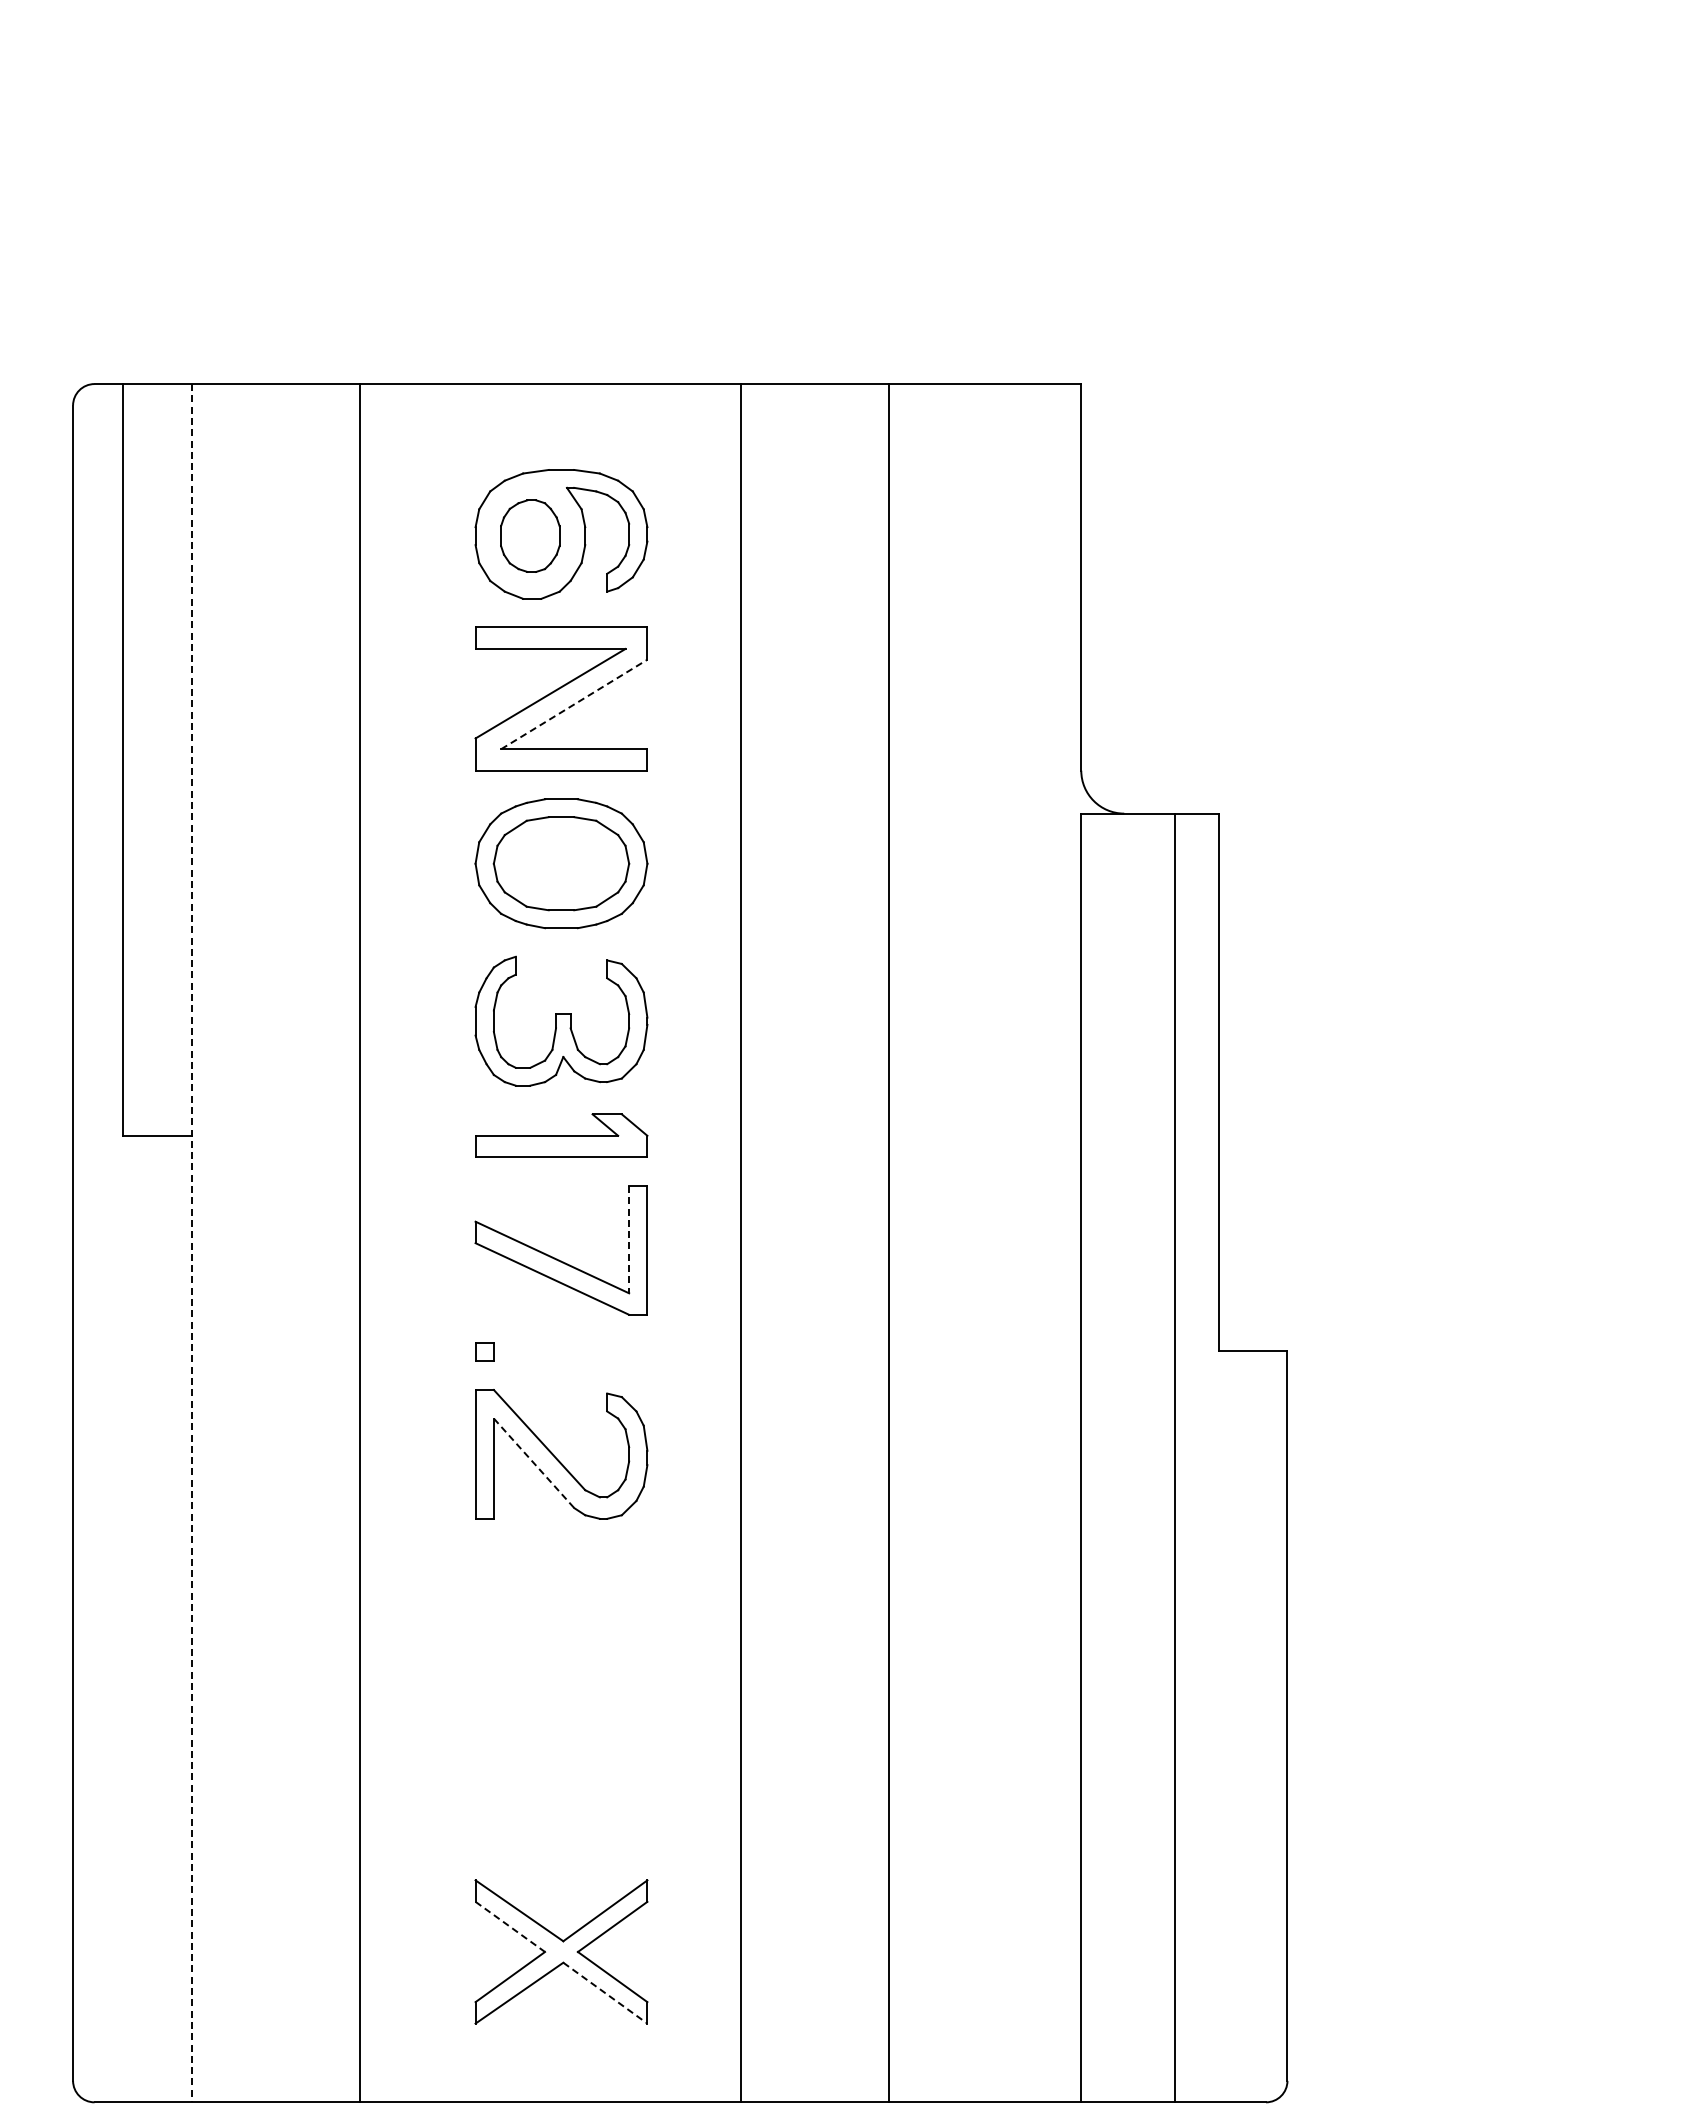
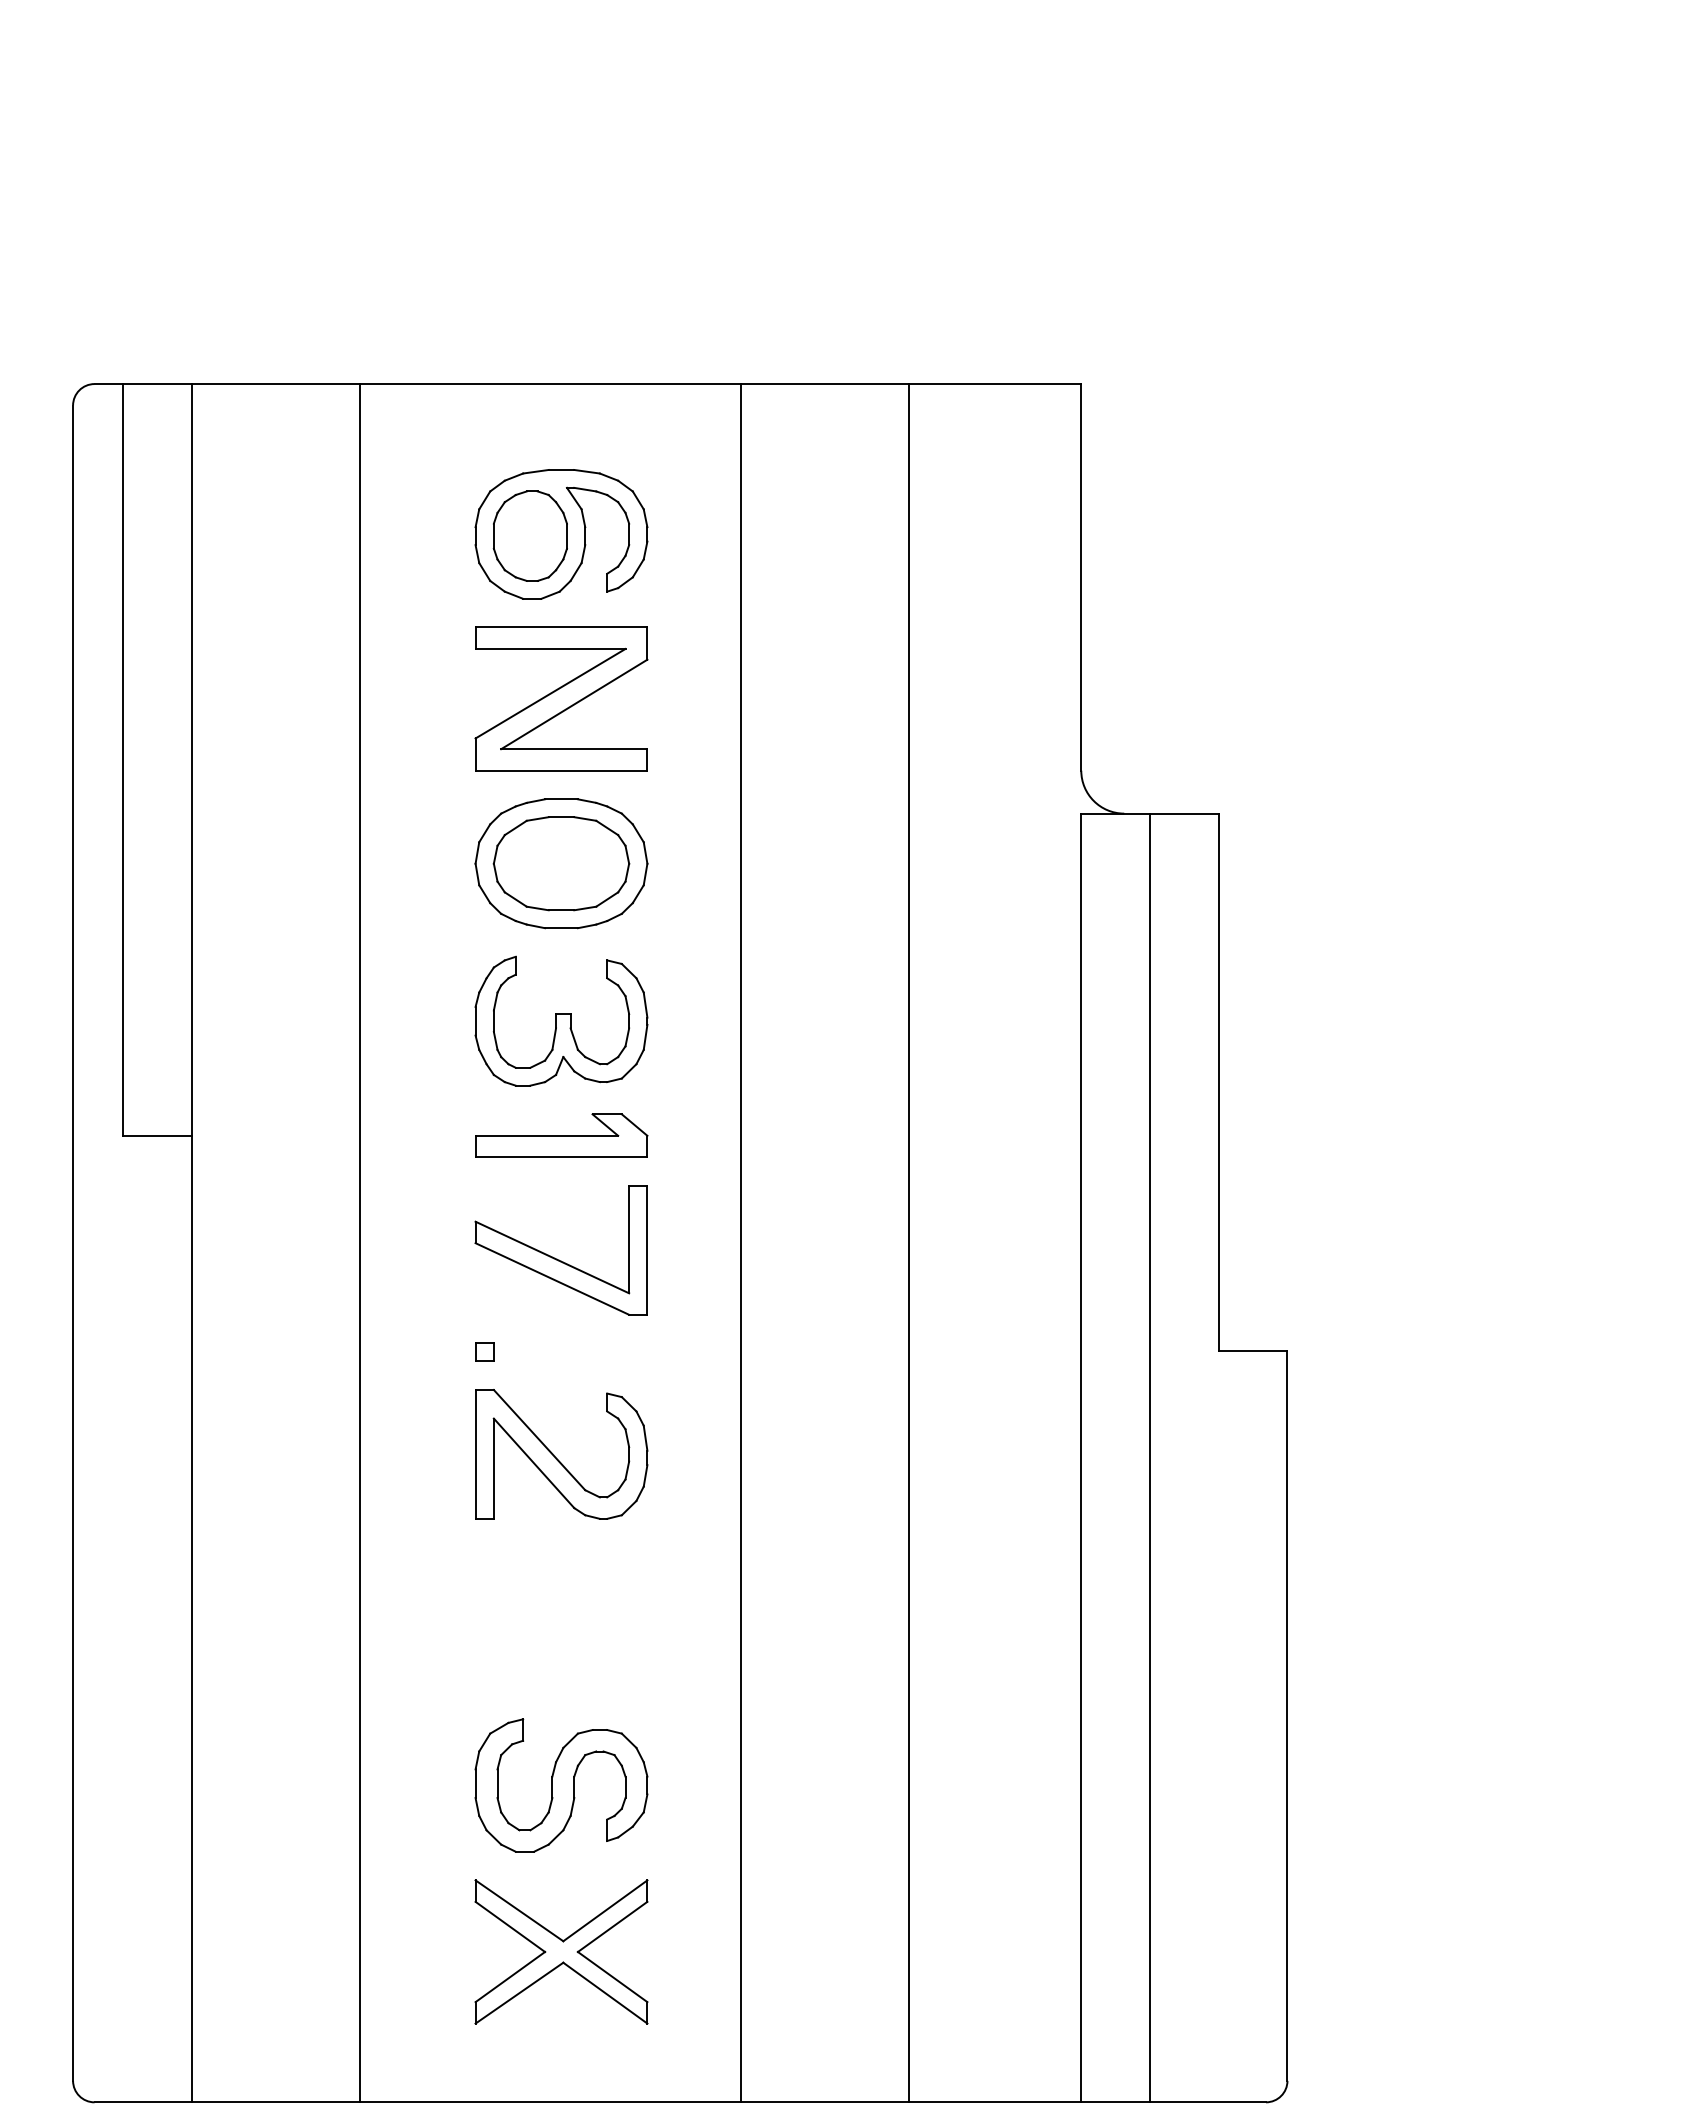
part at (530, 535) size: 61x74 px -> 76x92 px
line at (574, 704): dashed -> solid
line at (629, 1239): dashed -> solid
line at (192, 1243): dashed -> solid
line at (889, 1243) position: (889, 1243) -> (909, 1243)
line at (1175, 1457) position: (1175, 1457) -> (1150, 1457)
line at (534, 1463): dashed -> solid
part at (561, 1785): none -> present
line at (510, 1926): dashed -> solid
line at (605, 1993): dashed -> solid
